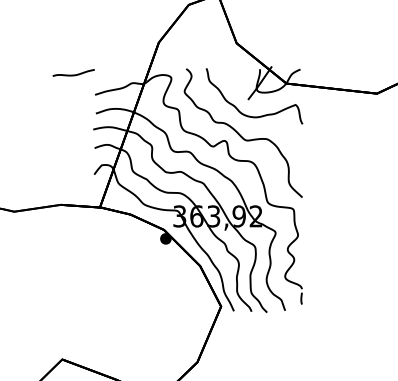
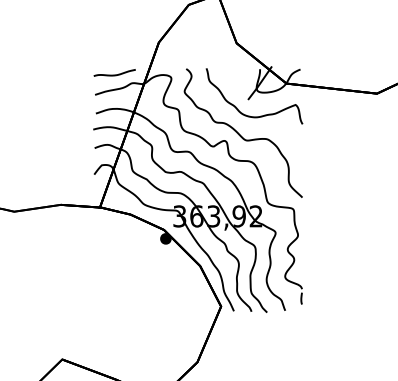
curve at (73, 74) position: (73, 74) -> (114, 74)
